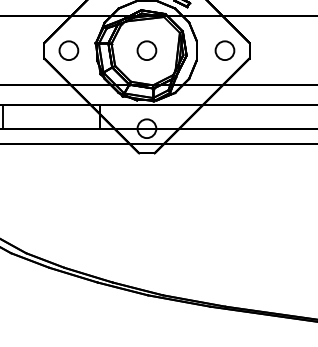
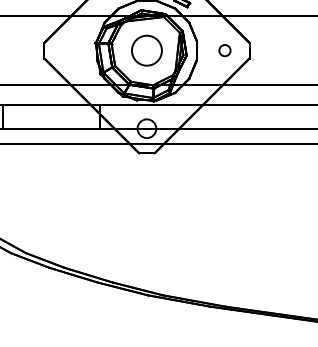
circle at (68, 50): present -> none
circle at (146, 50) diameter: 19 px -> 30 px
circle at (224, 50) size: 22x21 px -> 14x14 px
